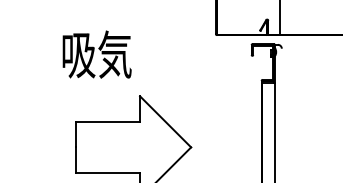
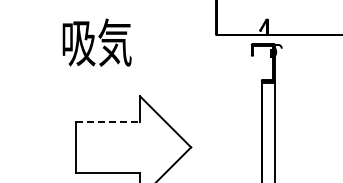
line at (279, 18): present -> none
text at (96, 54) position: (96, 54) -> (96, 42)
line at (108, 121): solid -> dashed
